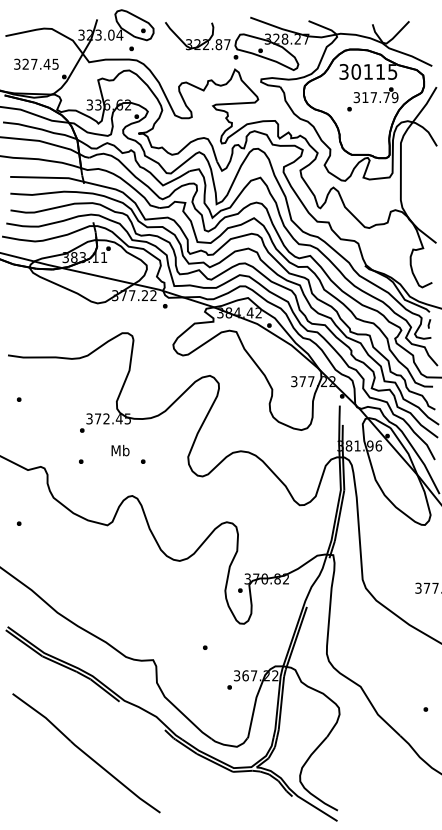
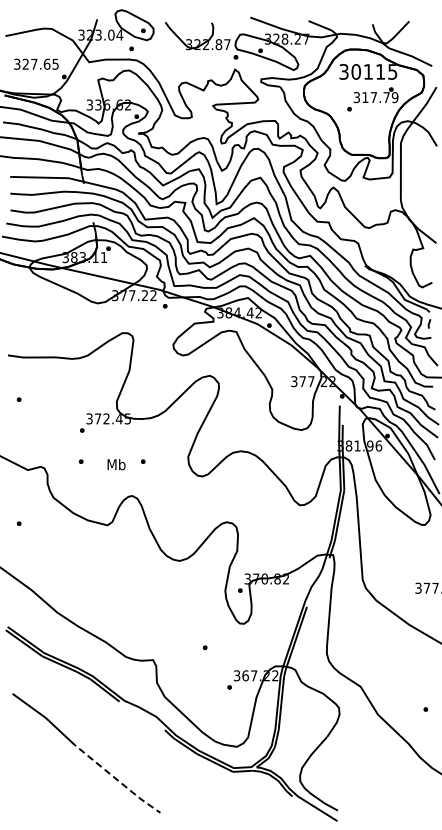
text at (46, 63): 327.45 -> 327.65
text at (120, 450) position: (120, 450) -> (116, 464)
line at (115, 778): solid -> dashed
